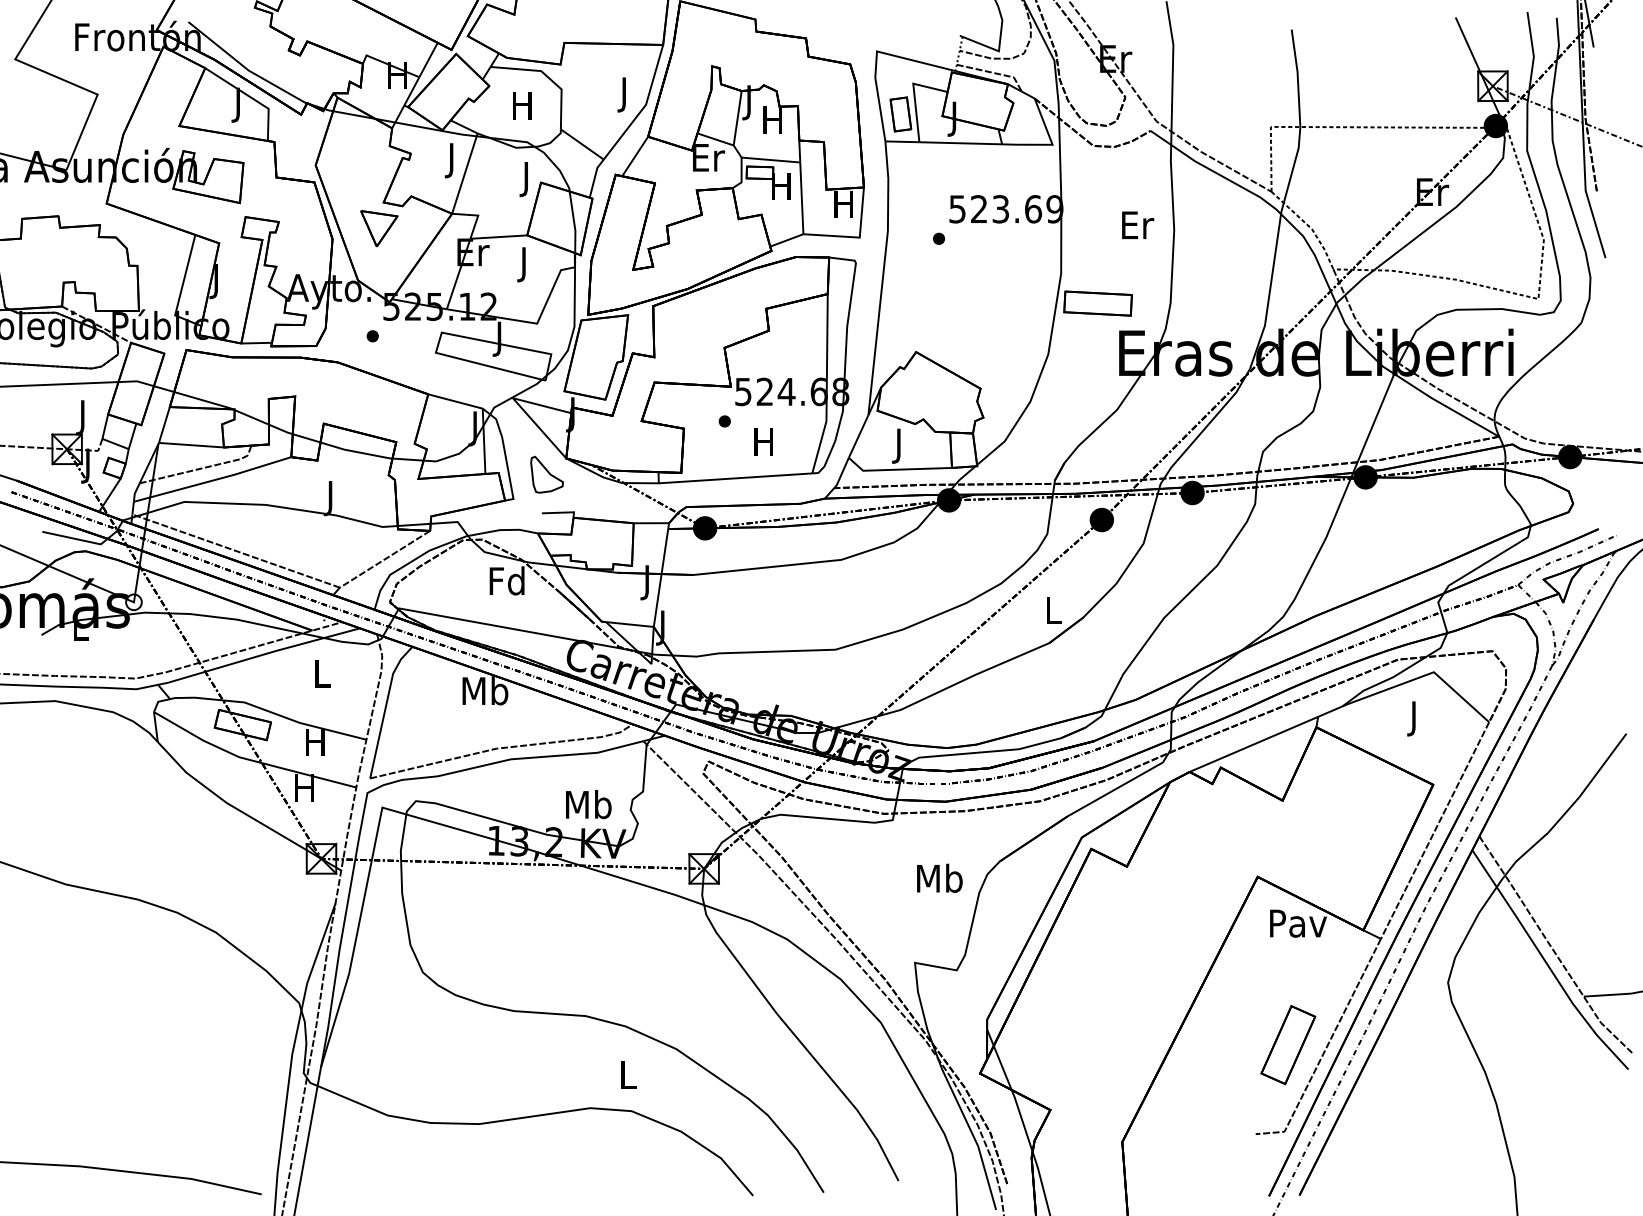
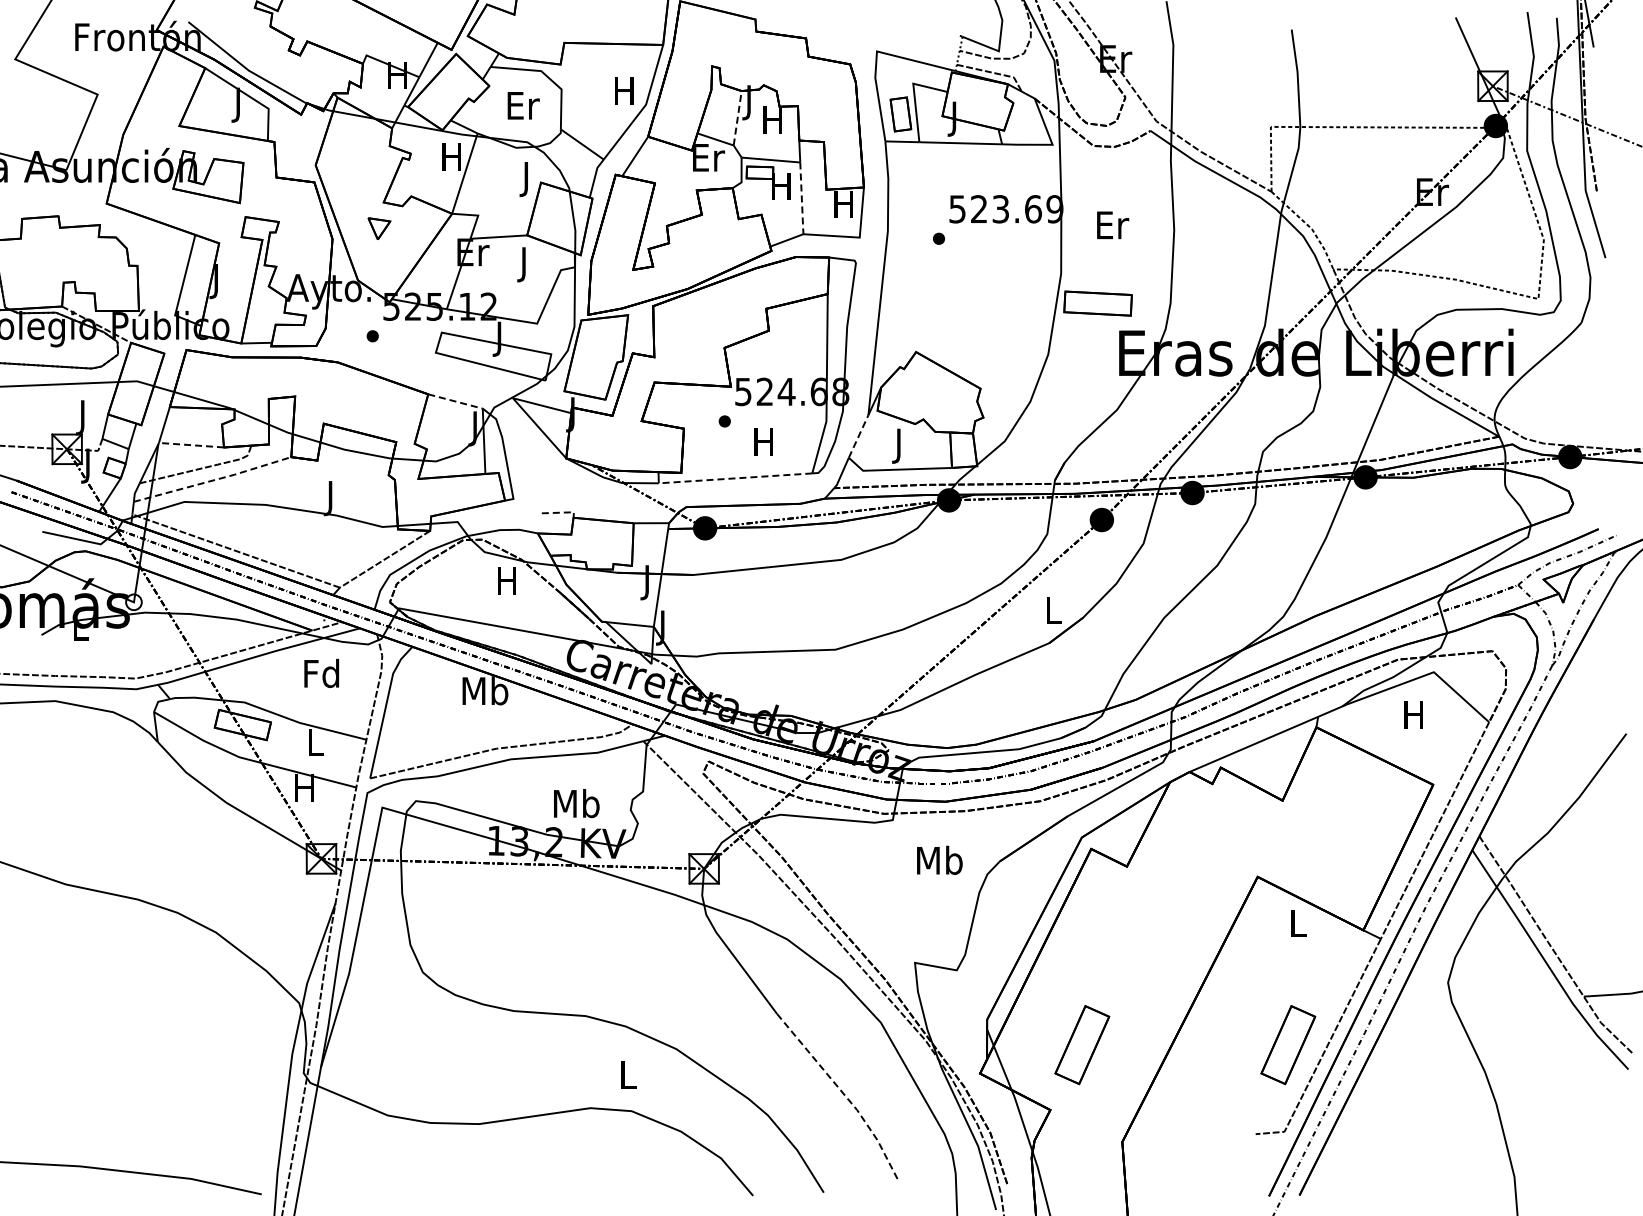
text at (624, 94): J -> H
text at (523, 105): H -> Er
line at (737, 117): solid -> dashed
text at (451, 160): J -> H
line at (801, 198): solid -> dashed
text at (1138, 224) position: (1138, 224) -> (1113, 224)
part at (379, 228) size: 39x38 px -> 25x23 px
line at (455, 401): solid -> dashed
line at (858, 436): solid -> dashed
line at (191, 445): solid -> dashed
part at (546, 474): present -> none
line at (735, 478): solid -> dashed
line at (213, 480): solid -> dashed
line at (561, 512): solid -> dashed
text at (506, 580): Fd -> H
text at (321, 673): L -> Fd
text at (1413, 718): J -> H
text at (315, 742): H -> L
text at (588, 804) position: (588, 804) -> (576, 803)
text at (939, 877) position: (939, 877) -> (939, 859)
text at (1298, 923): Pav -> L
part at (1082, 1045): none -> present
line at (844, 1095): solid -> dashed
